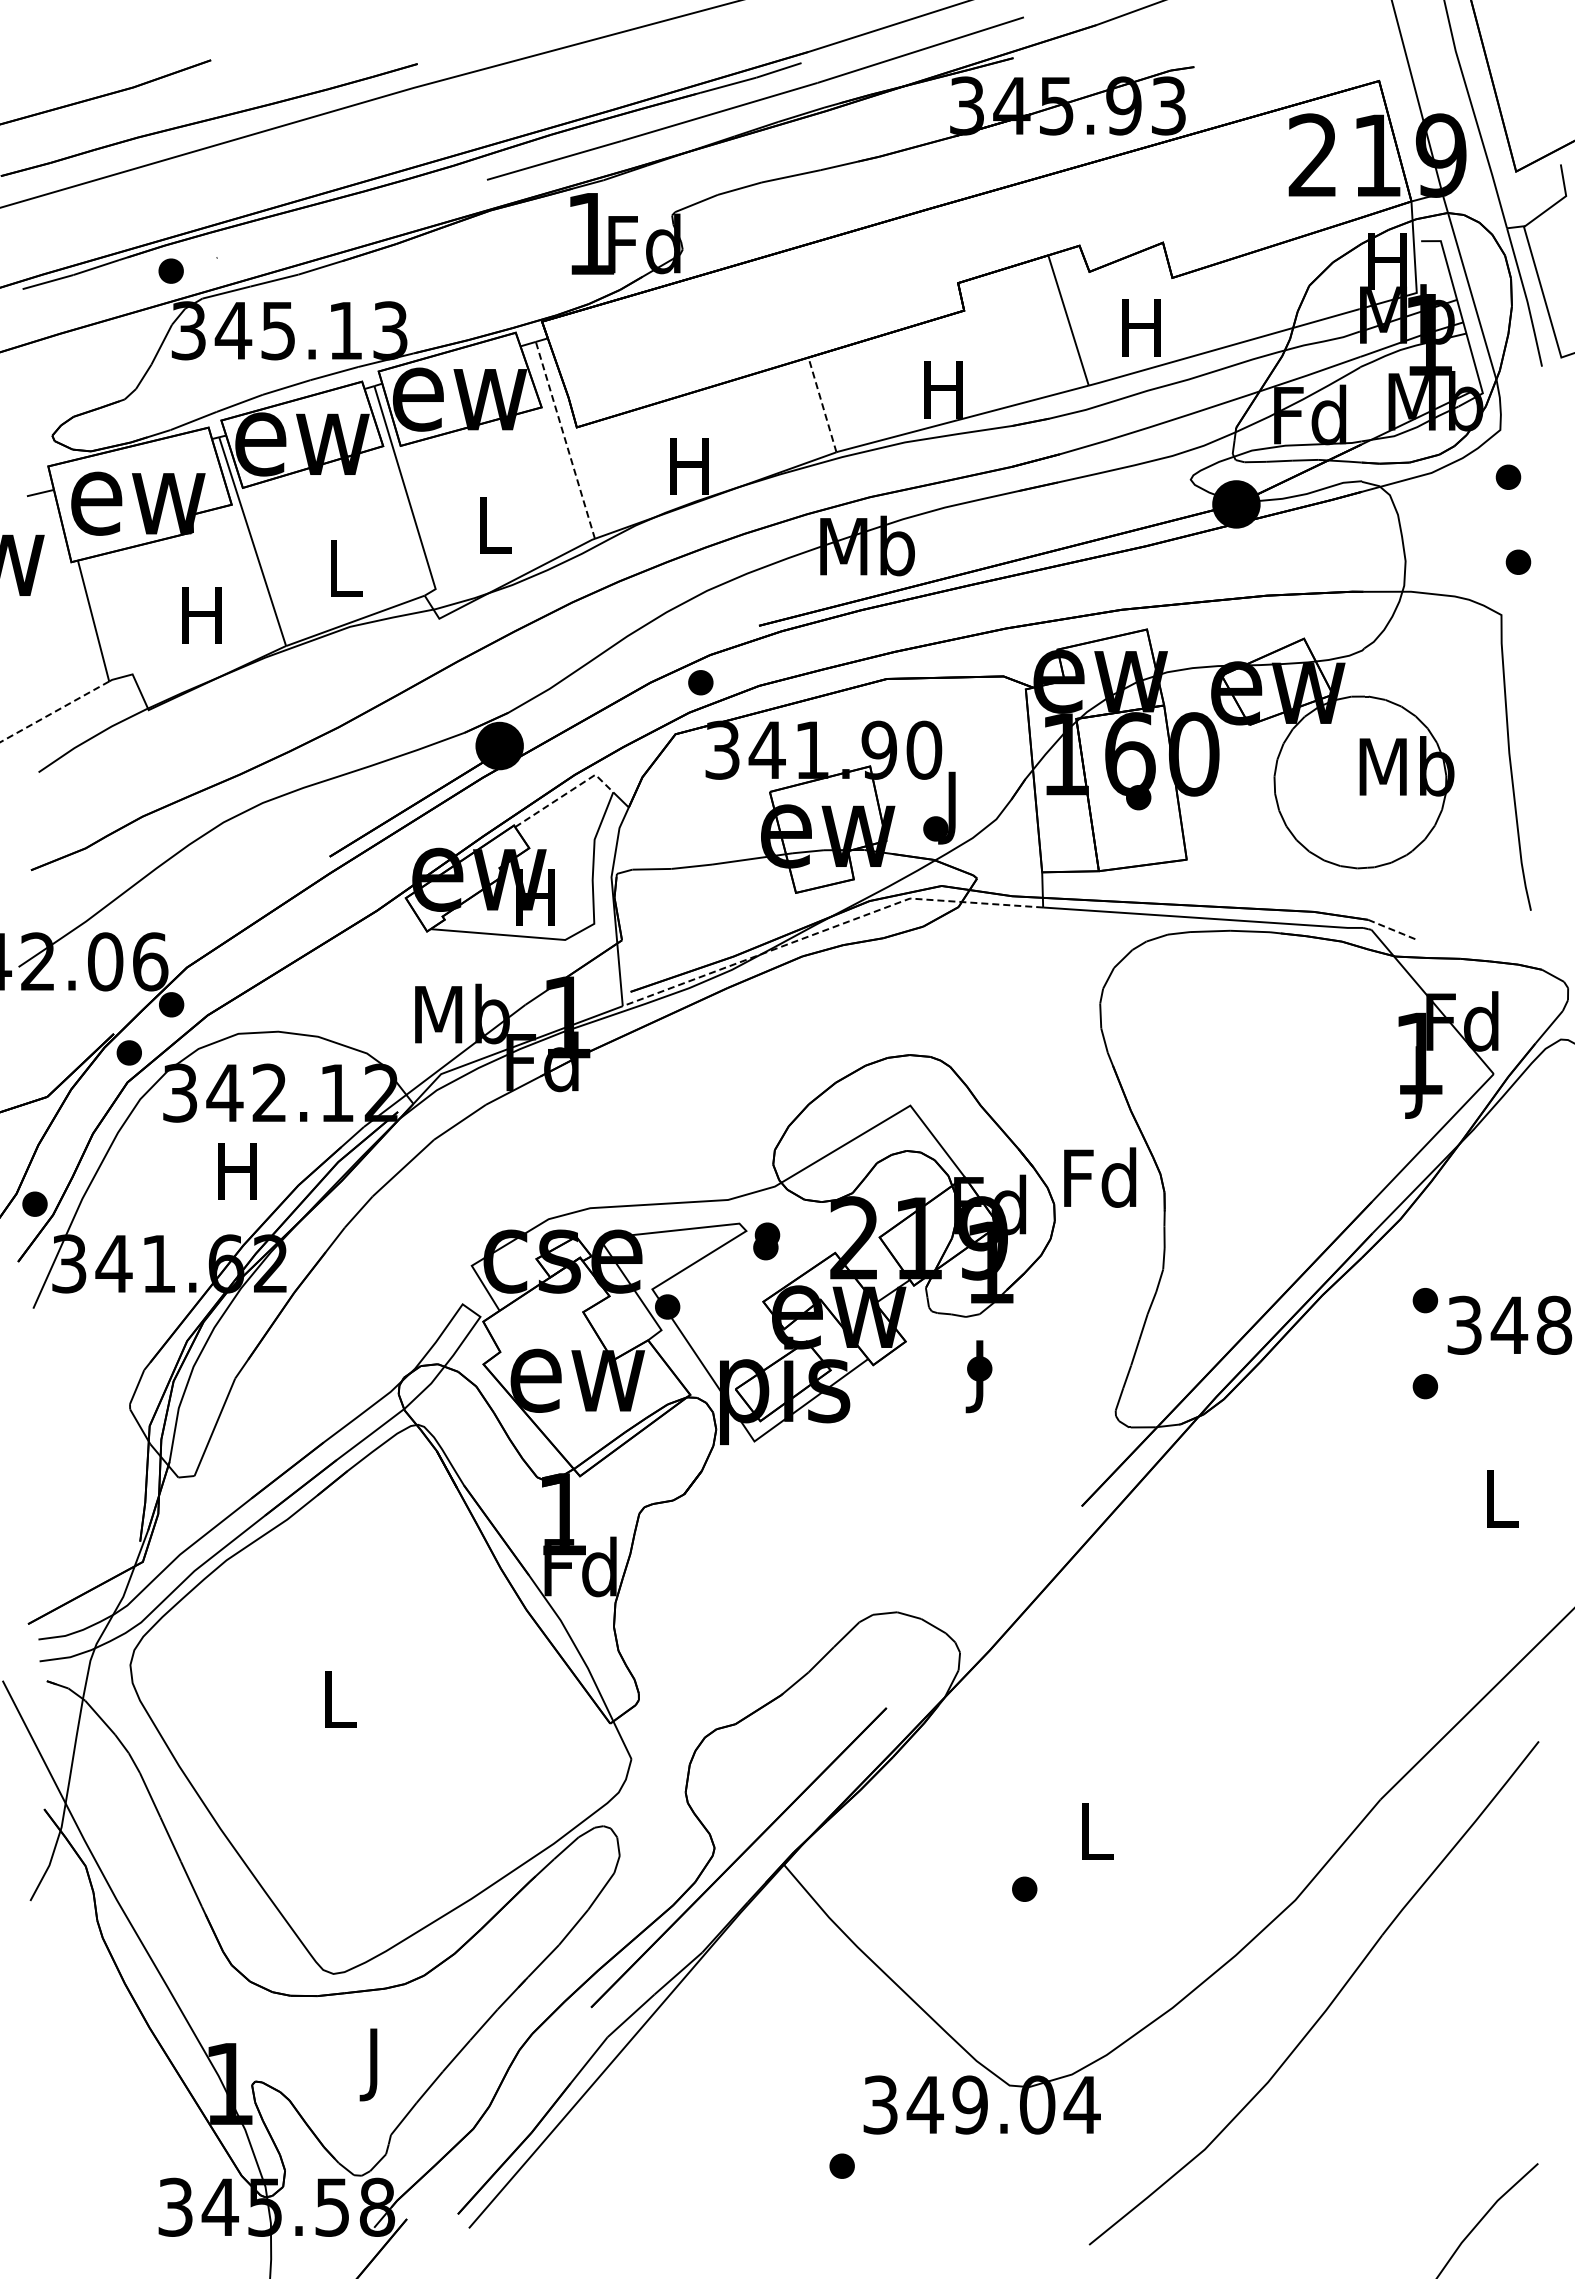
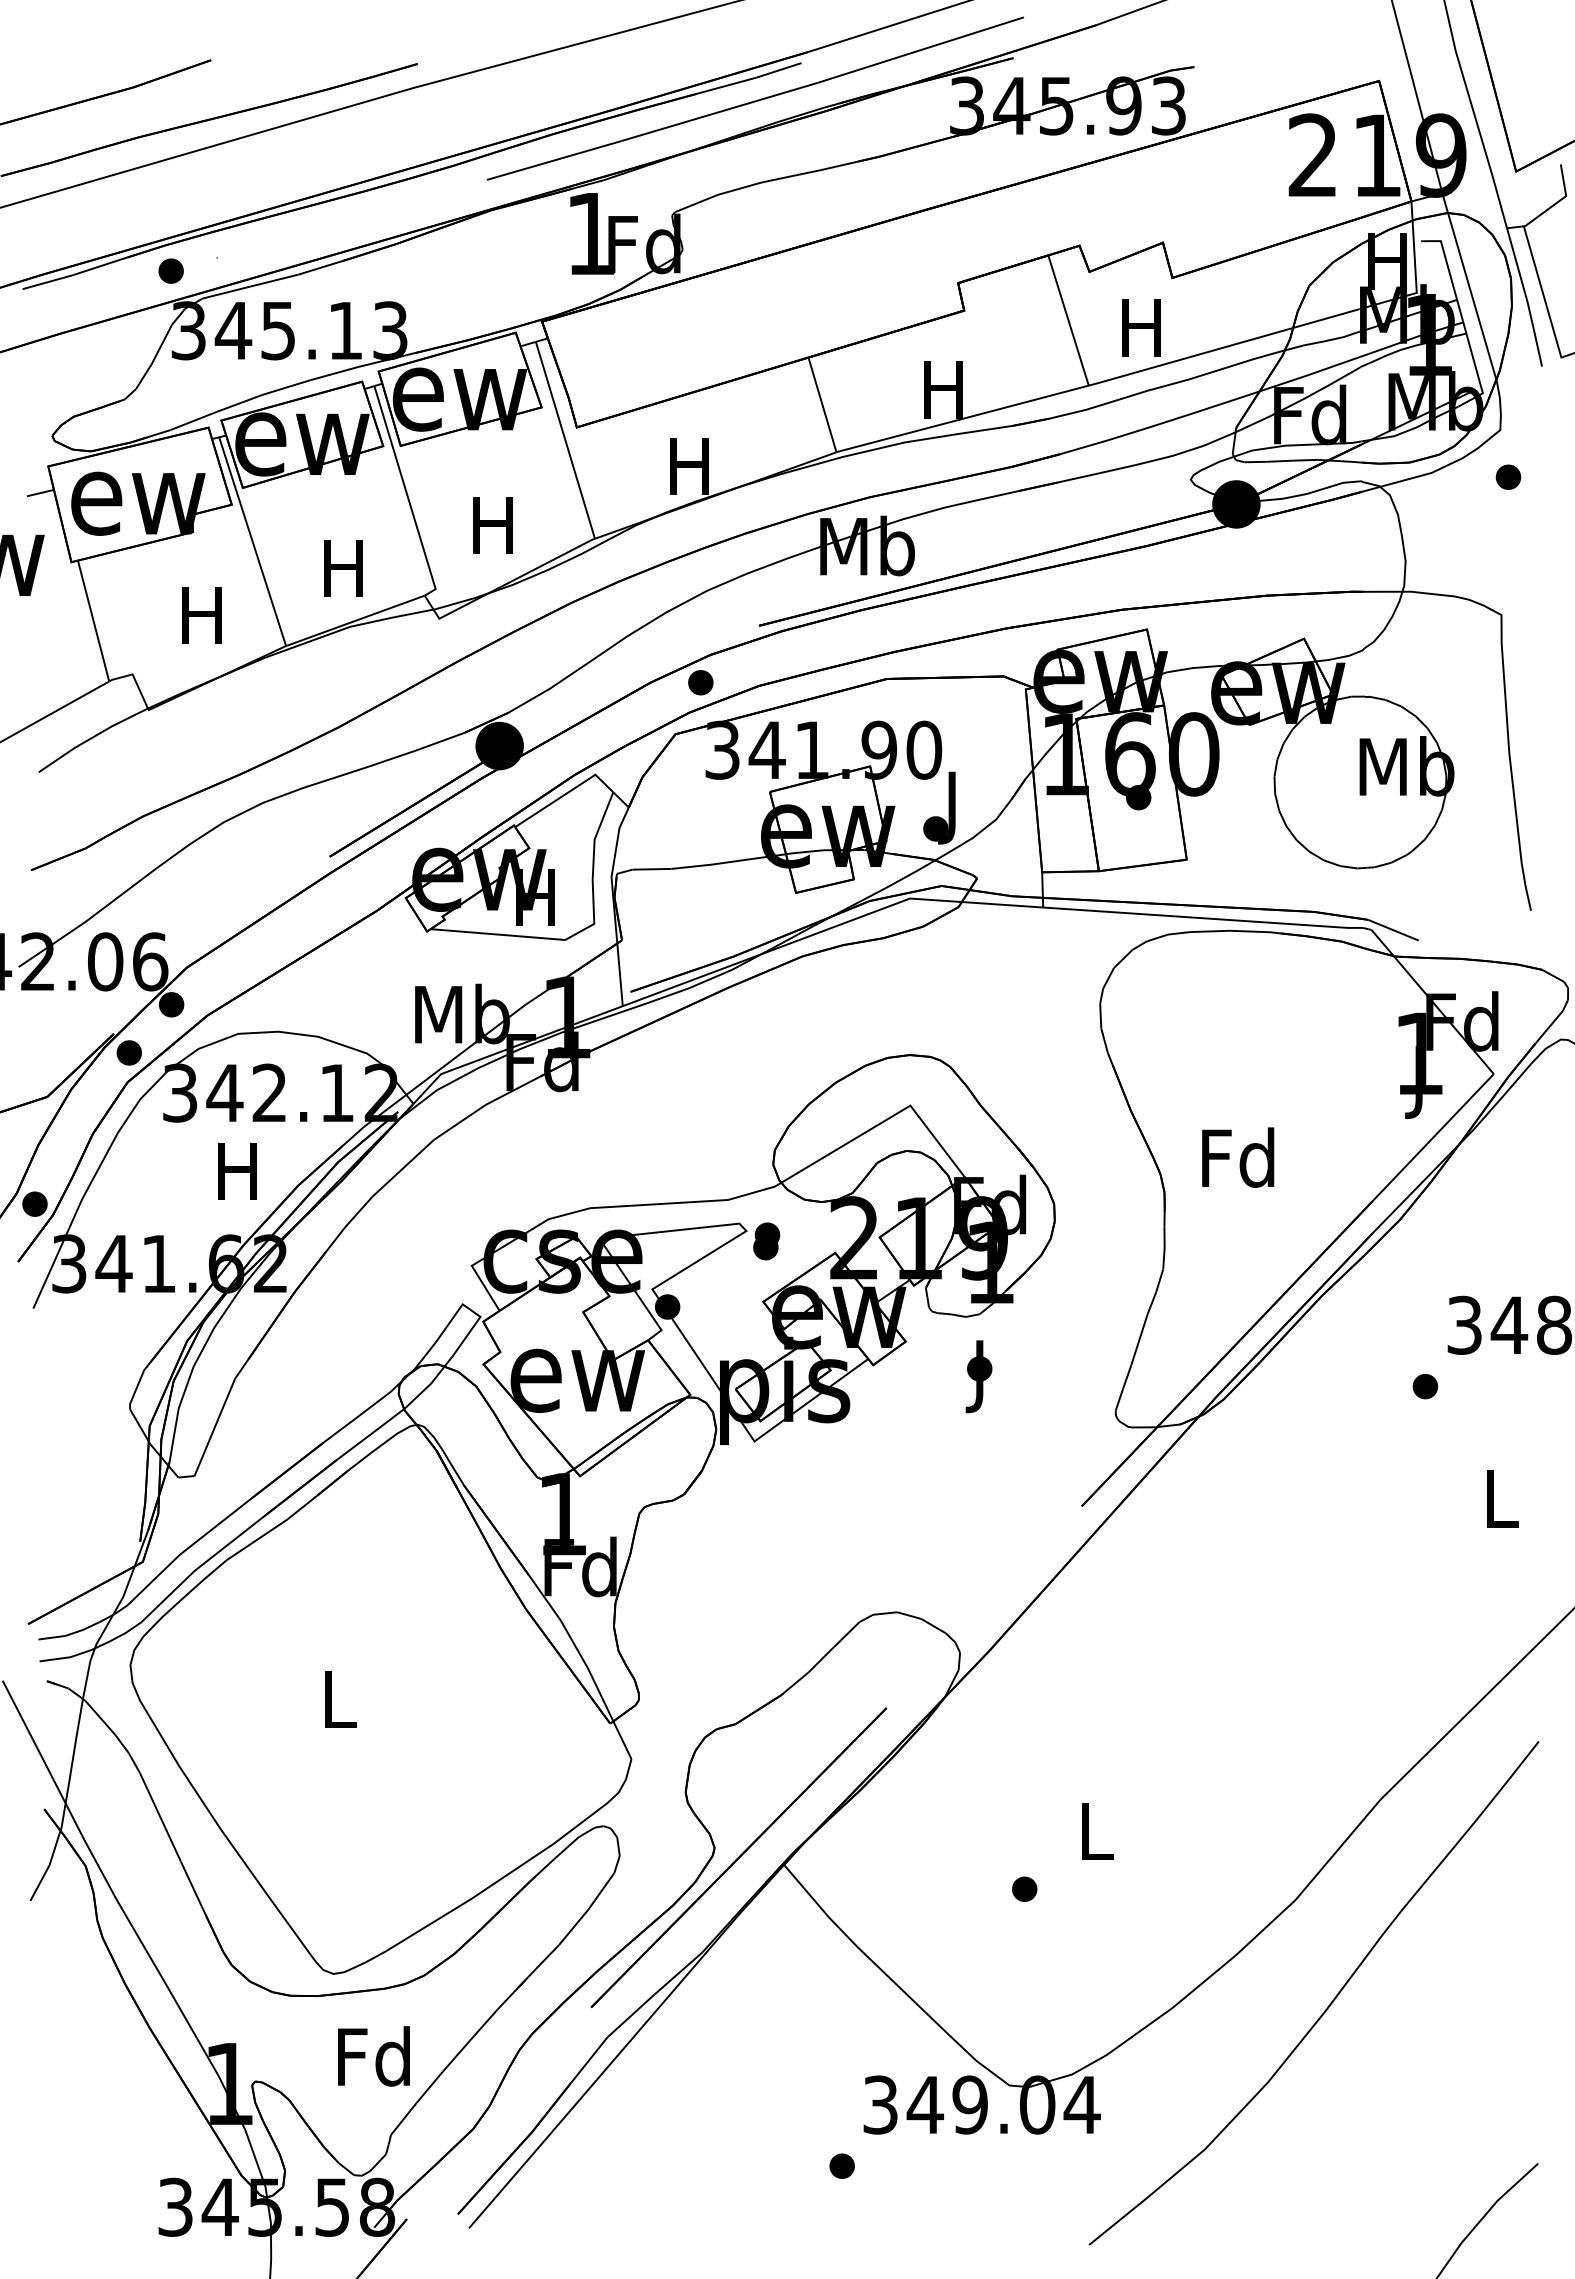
line at (822, 404): dashed -> solid
line at (565, 440): dashed -> solid
text at (492, 525): L -> H
part at (1518, 561): present -> none
text at (343, 568): L -> H
line at (54, 712): dashed -> solid
line at (567, 793): dashed -> solid
line at (829, 928): dashed -> solid
line at (1393, 930): dashed -> solid
text at (1100, 1177) position: (1100, 1177) -> (1238, 1157)
part at (1425, 1300): present -> none
text at (373, 2063): J -> Fd
